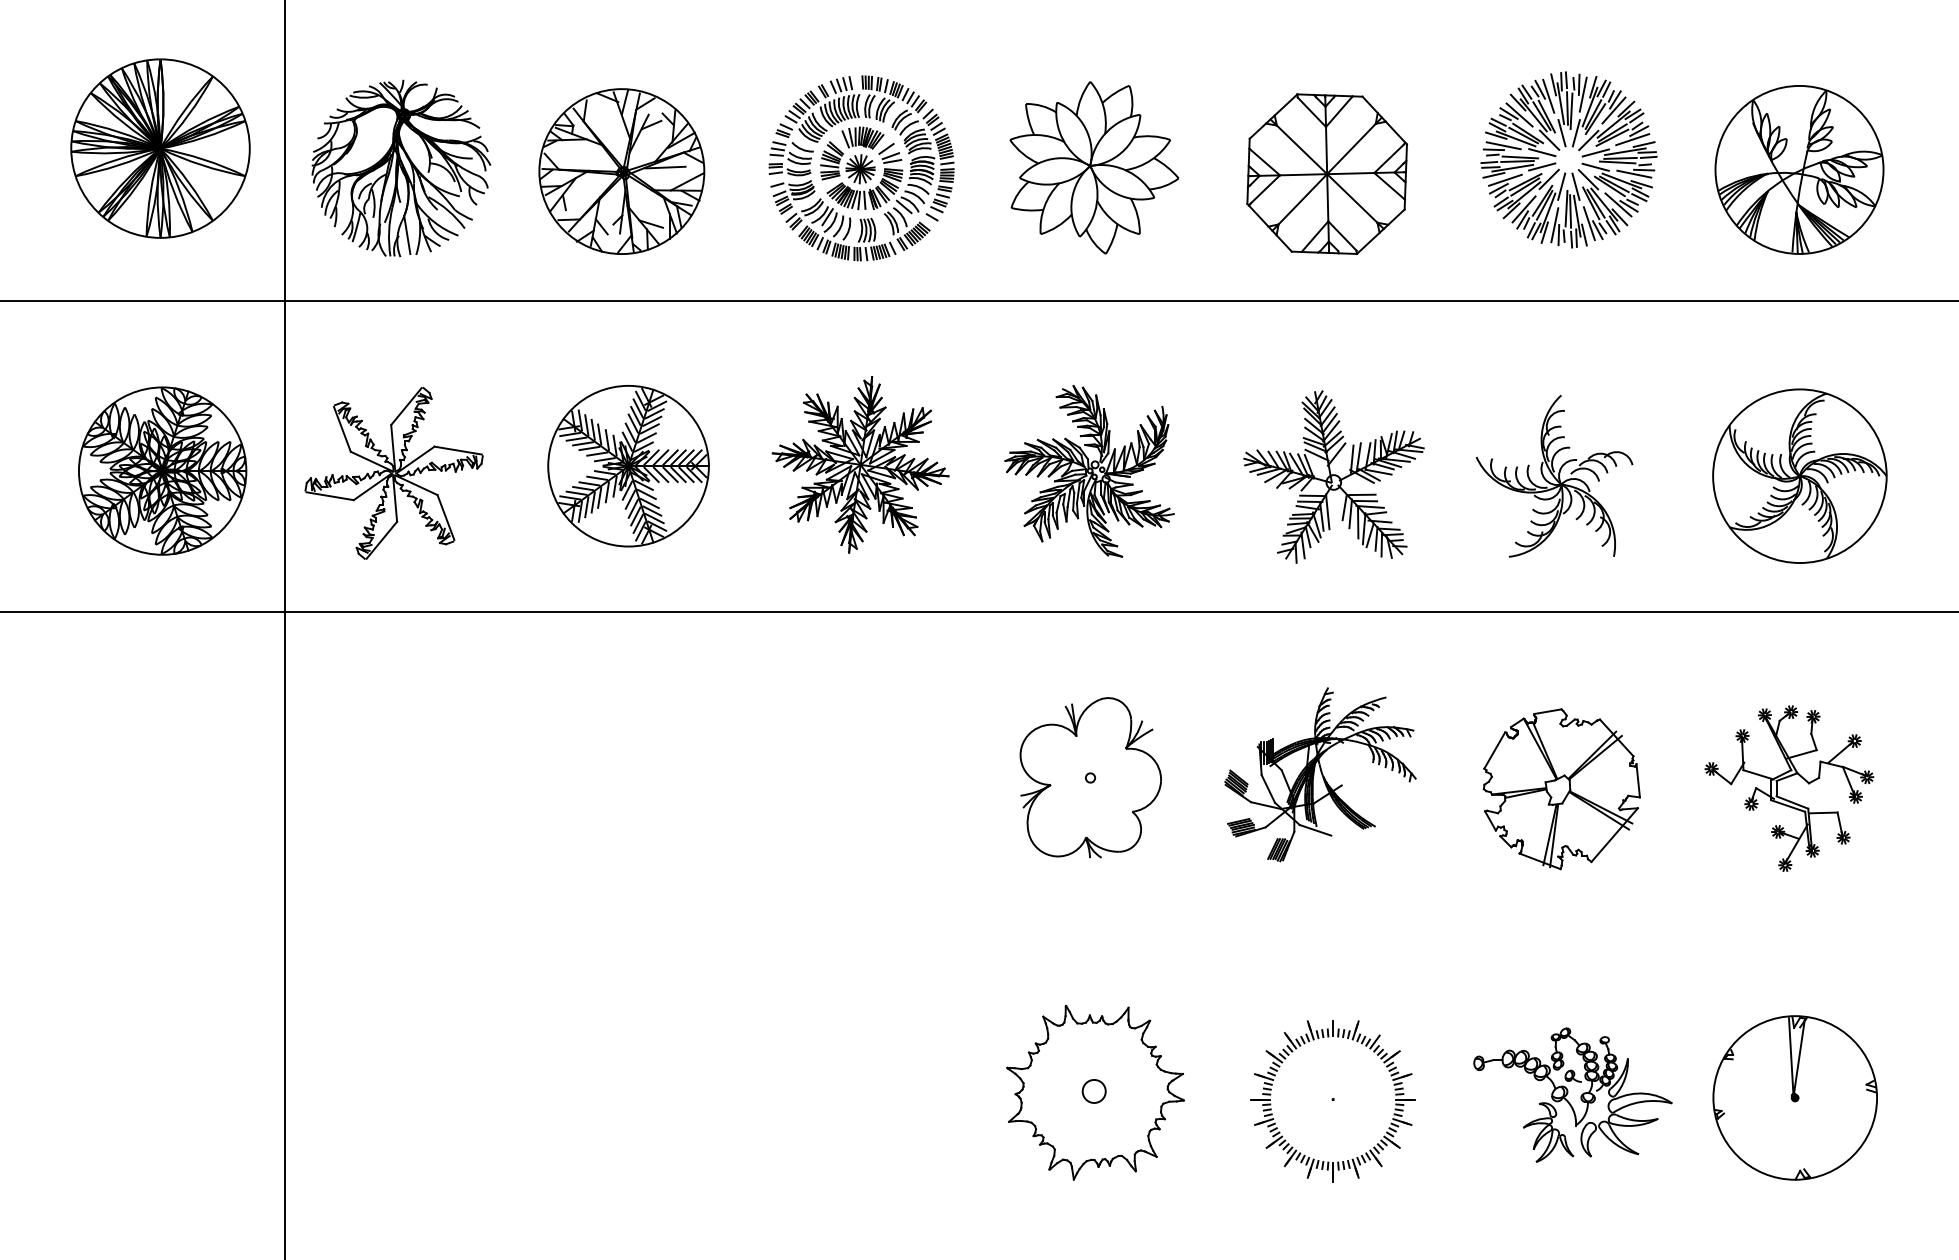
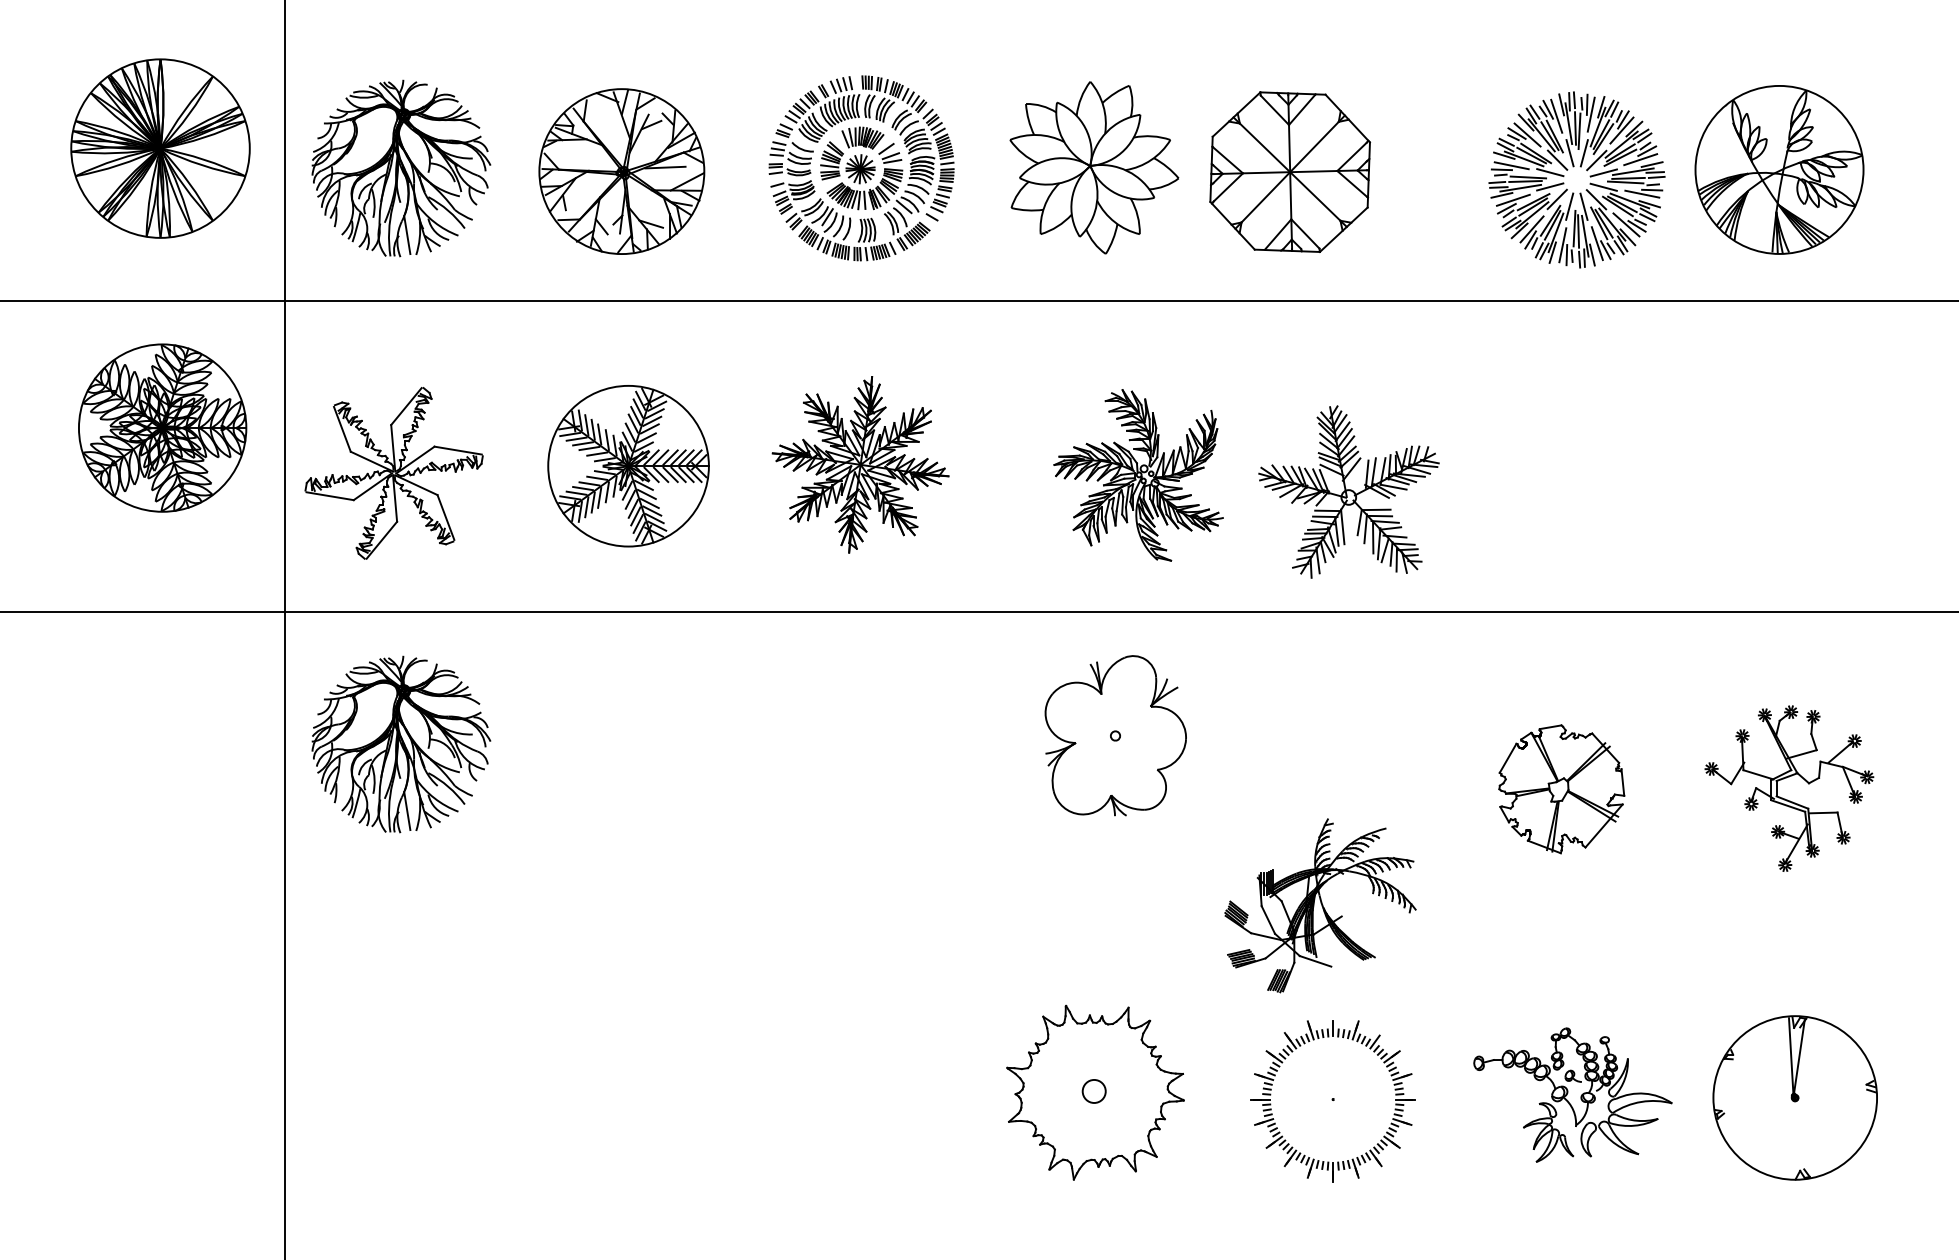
part at (1565, 147) position: (1565, 147) -> (1573, 167)
part at (1799, 169) position: (1799, 169) -> (1779, 169)
part at (1326, 173) position: (1326, 173) -> (1289, 171)
part at (162, 470) position: (162, 470) -> (162, 427)
part at (1089, 471) position: (1089, 471) -> (1138, 475)
part at (1799, 475): present -> none
part at (1333, 476) position: (1333, 476) -> (1348, 491)
part at (1554, 476): present -> none
part at (401, 744): none -> present
part at (1320, 774) position: (1320, 774) -> (1320, 905)
part at (1090, 777) position: (1090, 777) -> (1115, 735)
part at (1561, 789) size: 159x163 px -> 128x131 px
